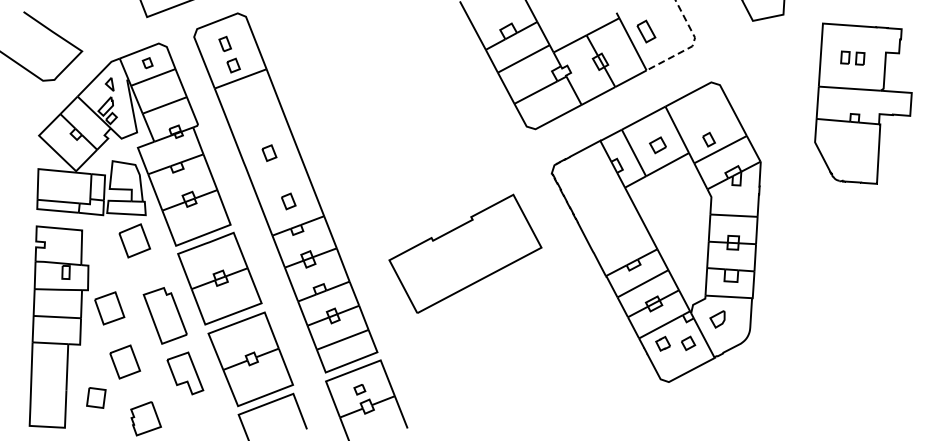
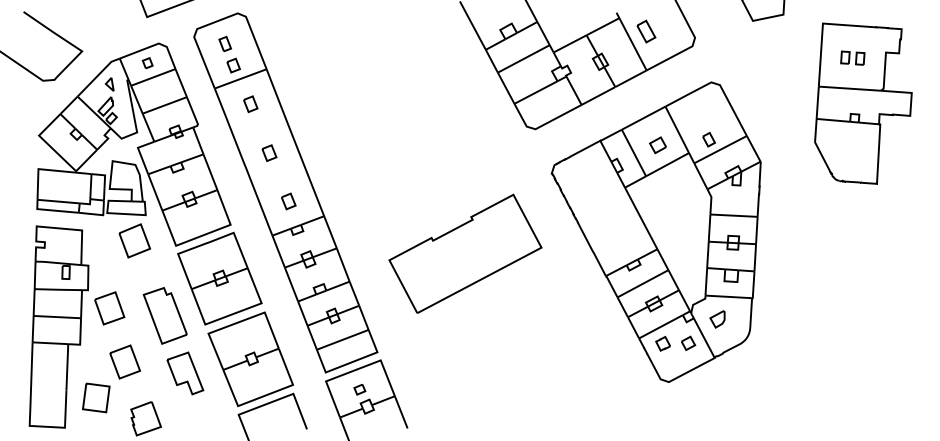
line at (692, 46): dashed -> solid
part at (250, 104): none -> present
part at (96, 397) size: 21x22 px -> 29x32 px
